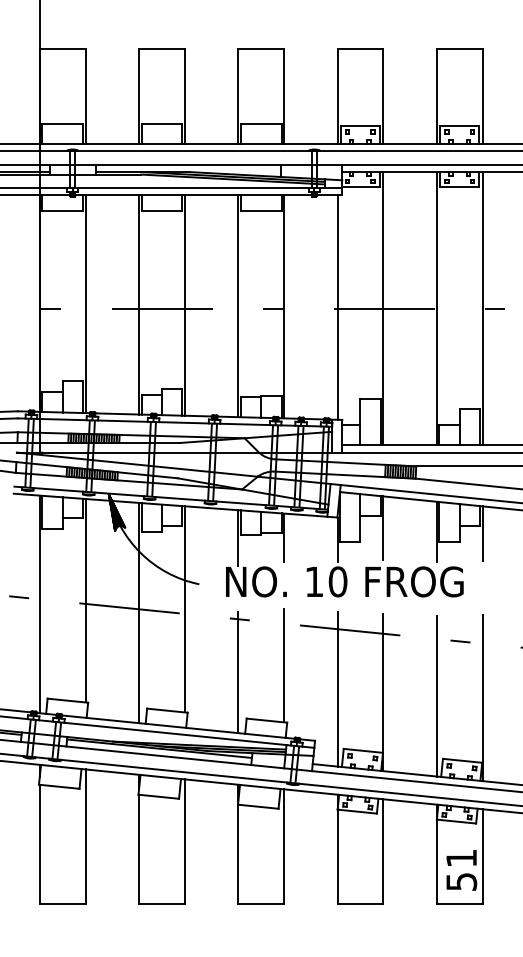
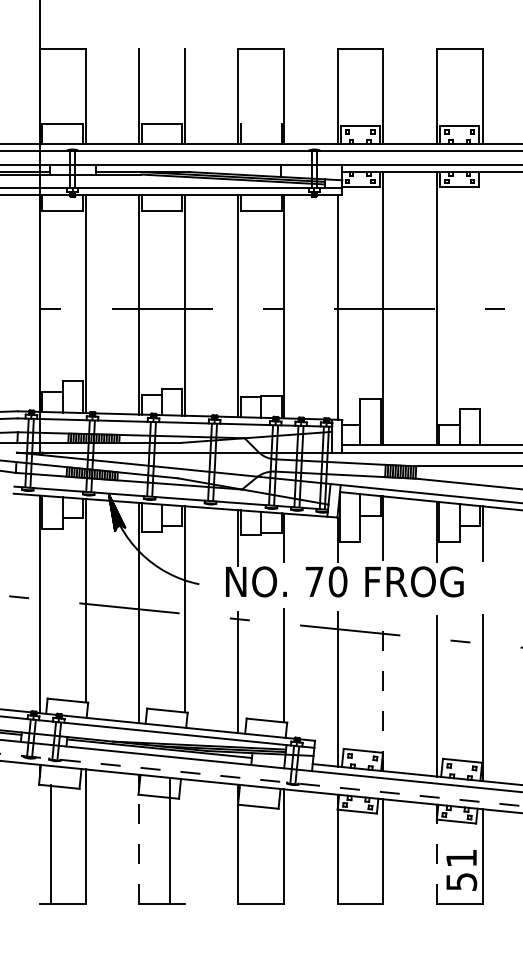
line at (161, 49): present -> none
line at (260, 124): present -> none
line at (482, 308): present -> none
text at (314, 581): 10 -> 70
line at (383, 692): solid -> dashed
line at (261, 780): solid -> dashed
line at (184, 841) position: (184, 841) -> (169, 841)
line at (39, 844) position: (39, 844) -> (50, 844)
line at (139, 849): solid -> dashed
line at (436, 854): solid -> dashed
